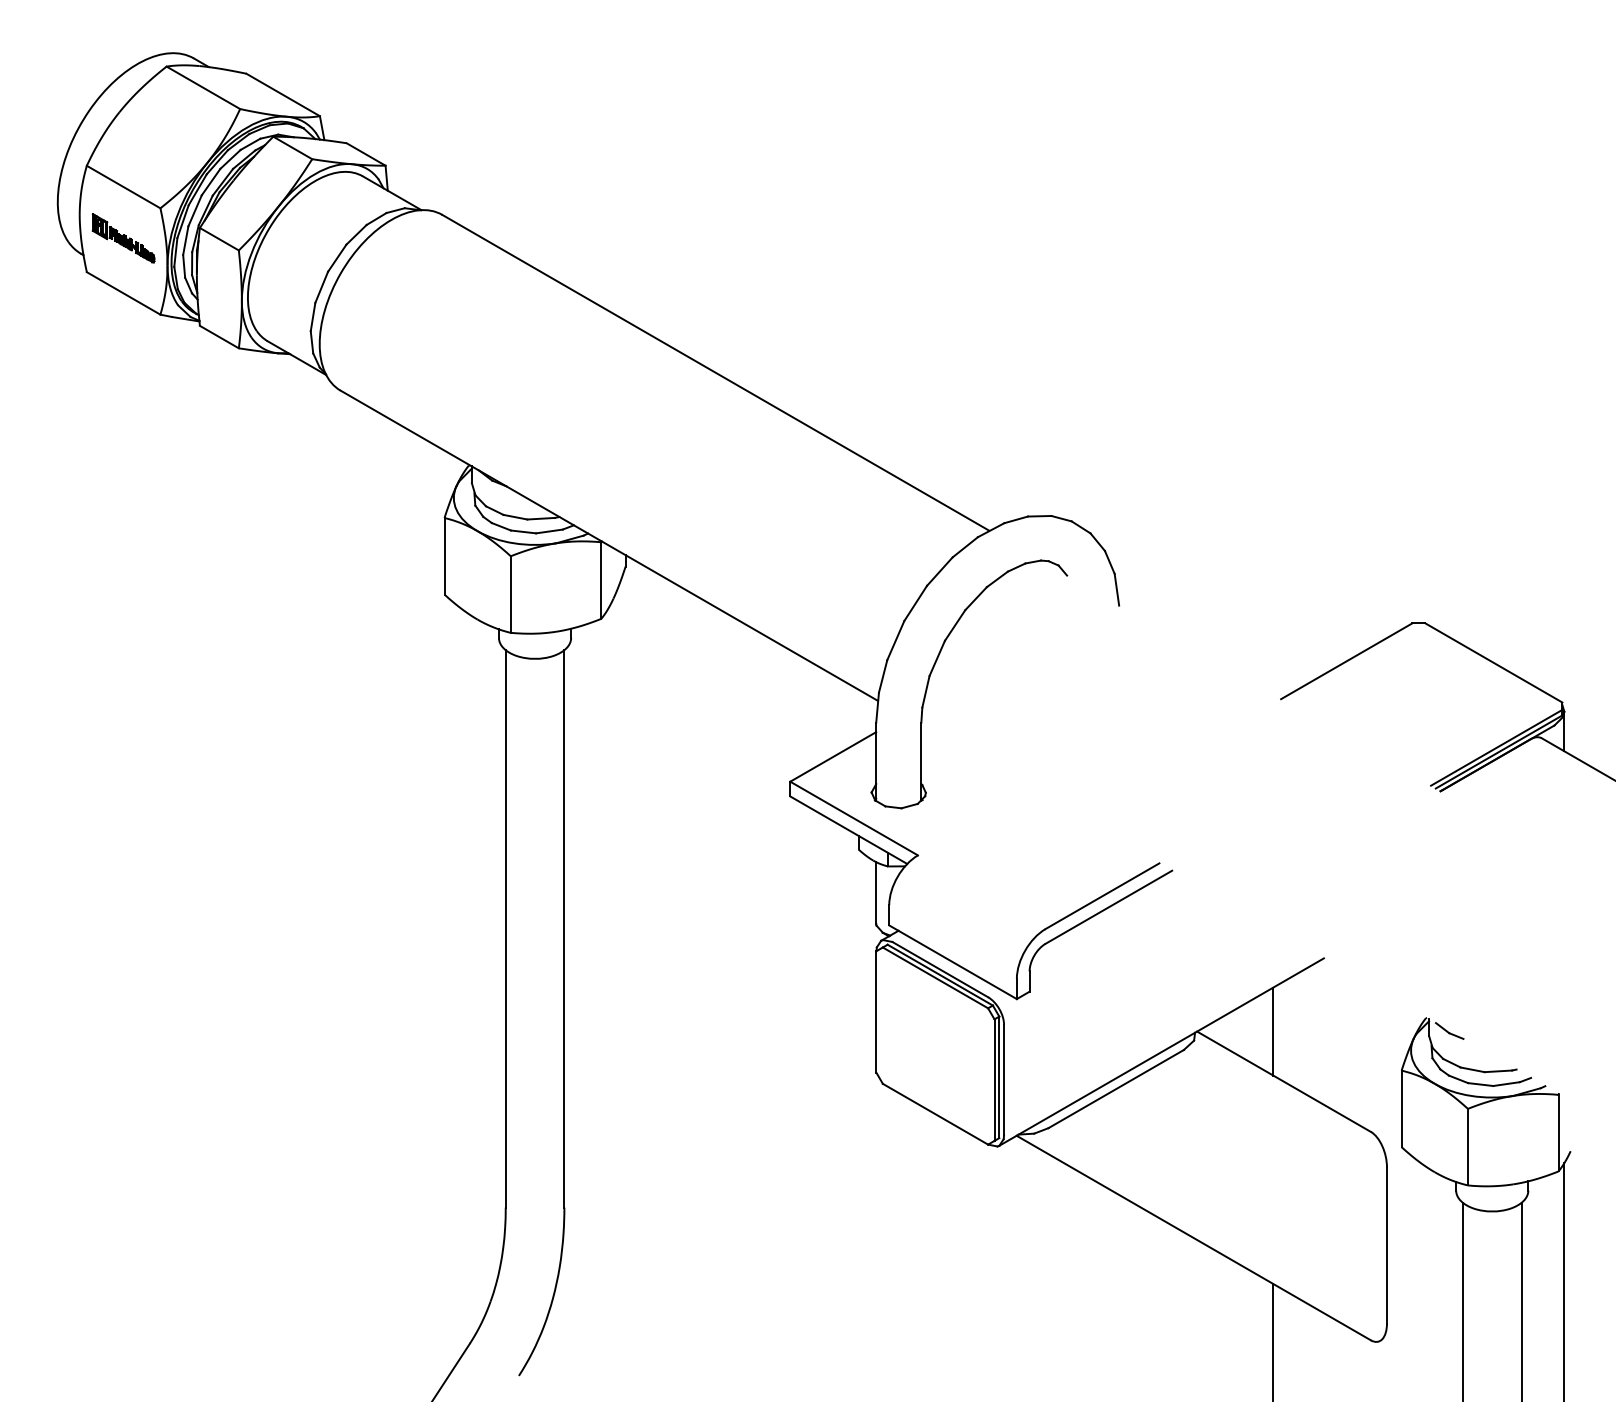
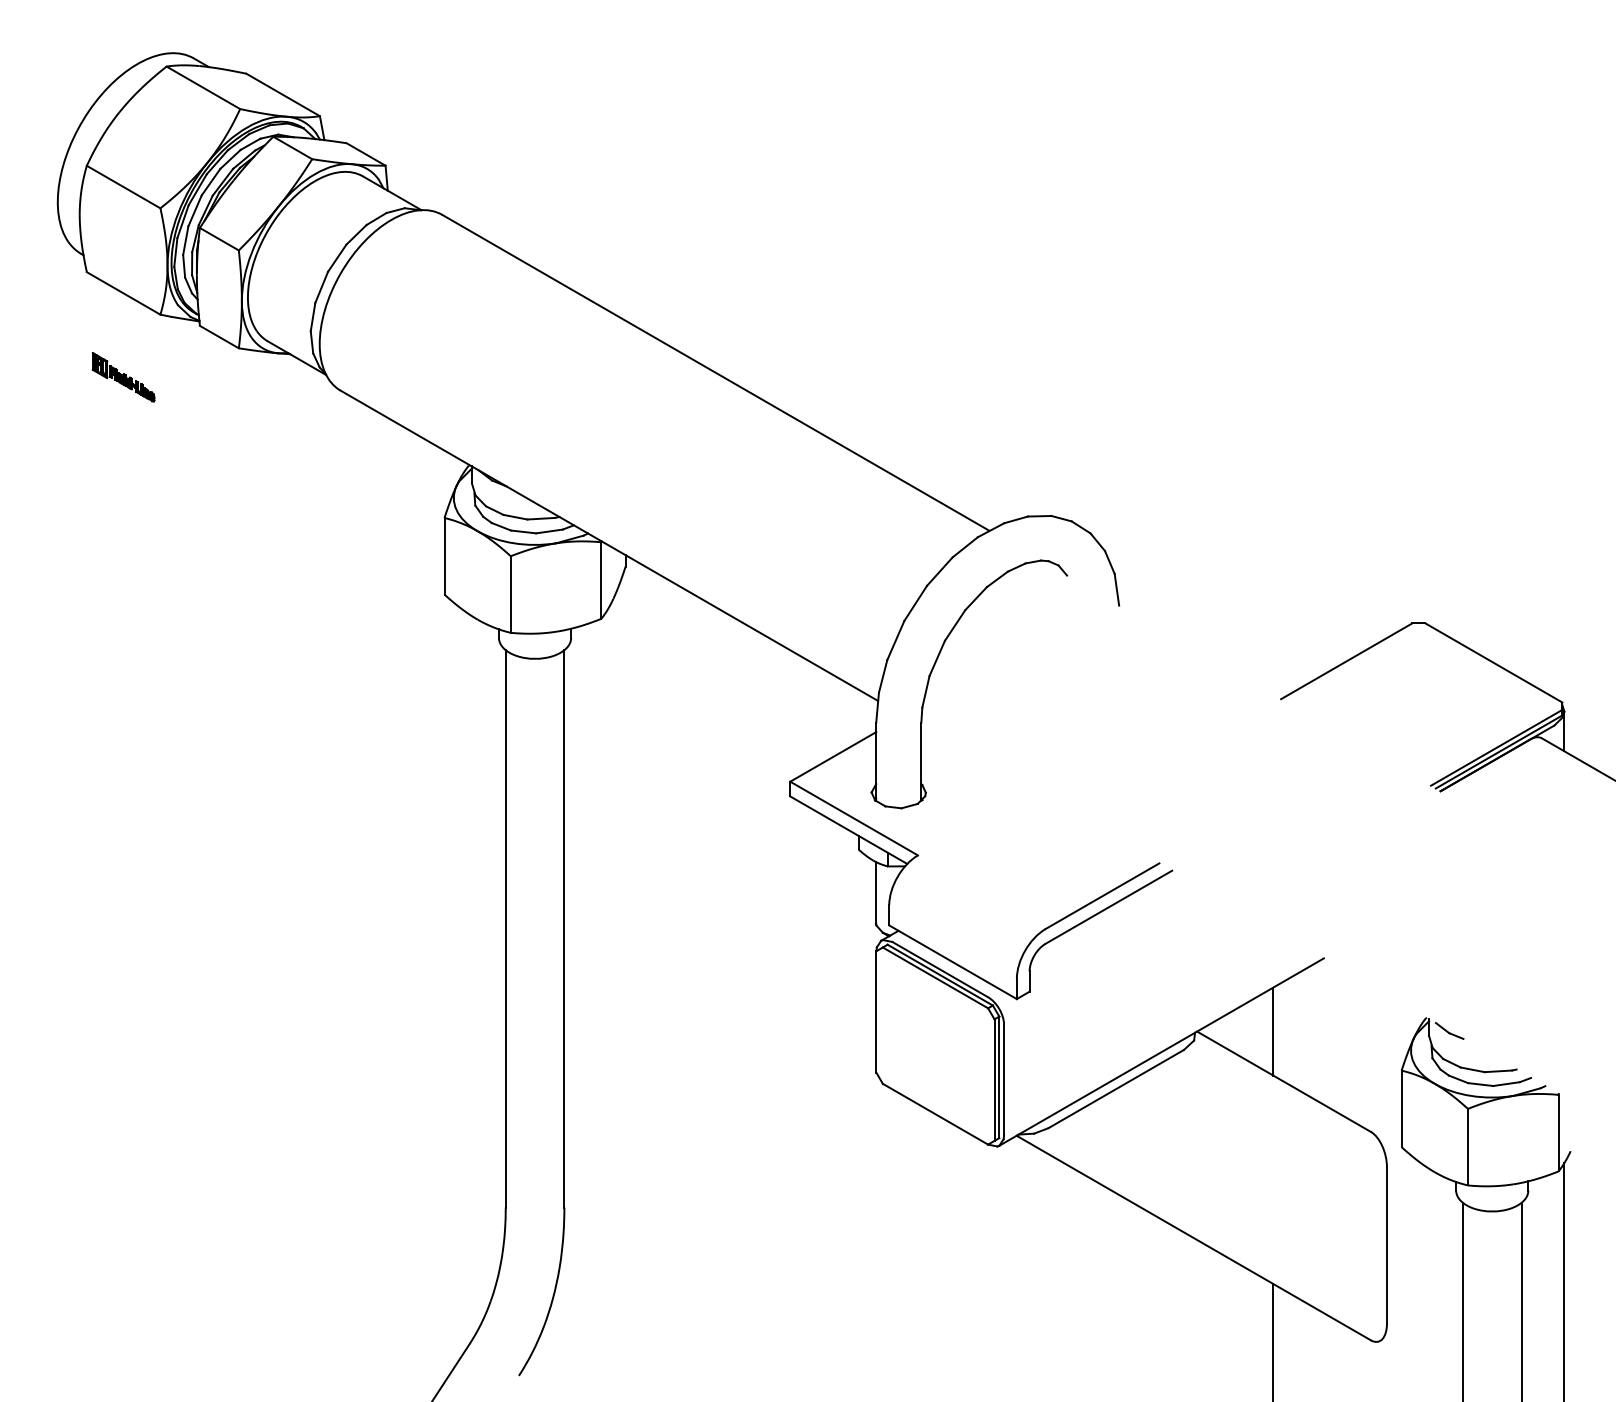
part at (123, 238) position: (123, 238) -> (123, 377)
